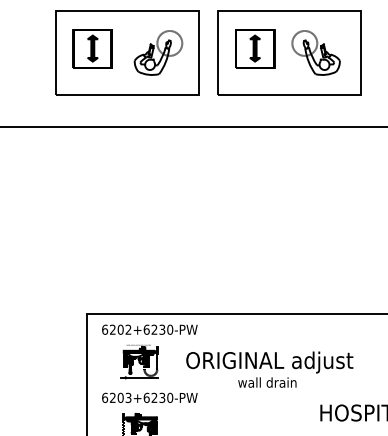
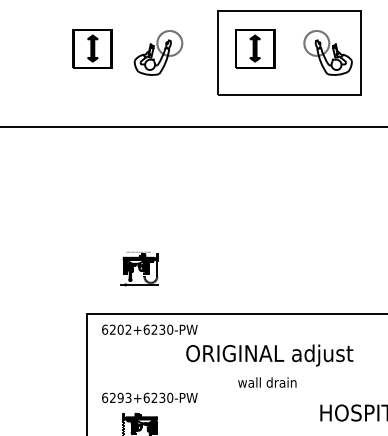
part at (127, 52): present -> none
part at (315, 52) position: (315, 52) -> (327, 52)
part at (139, 361) position: (139, 361) -> (139, 268)
text at (269, 362) position: (269, 362) -> (269, 355)
text at (120, 397): 6203+6230-PW -> 6293+6230-PW
